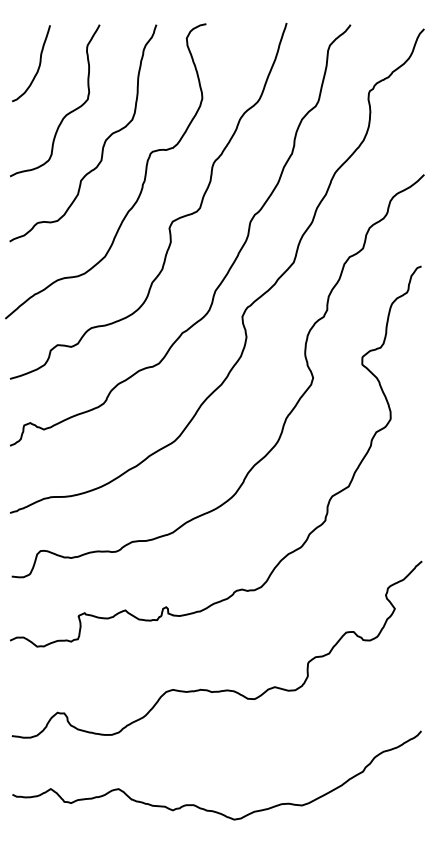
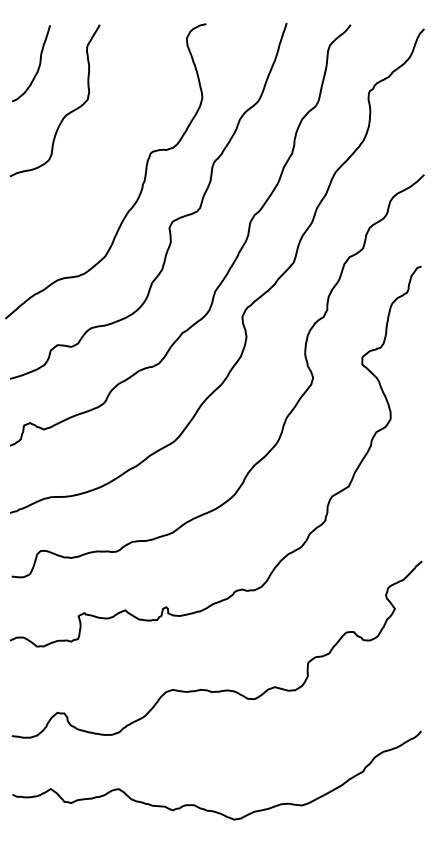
curve at (104, 140): present -> none
